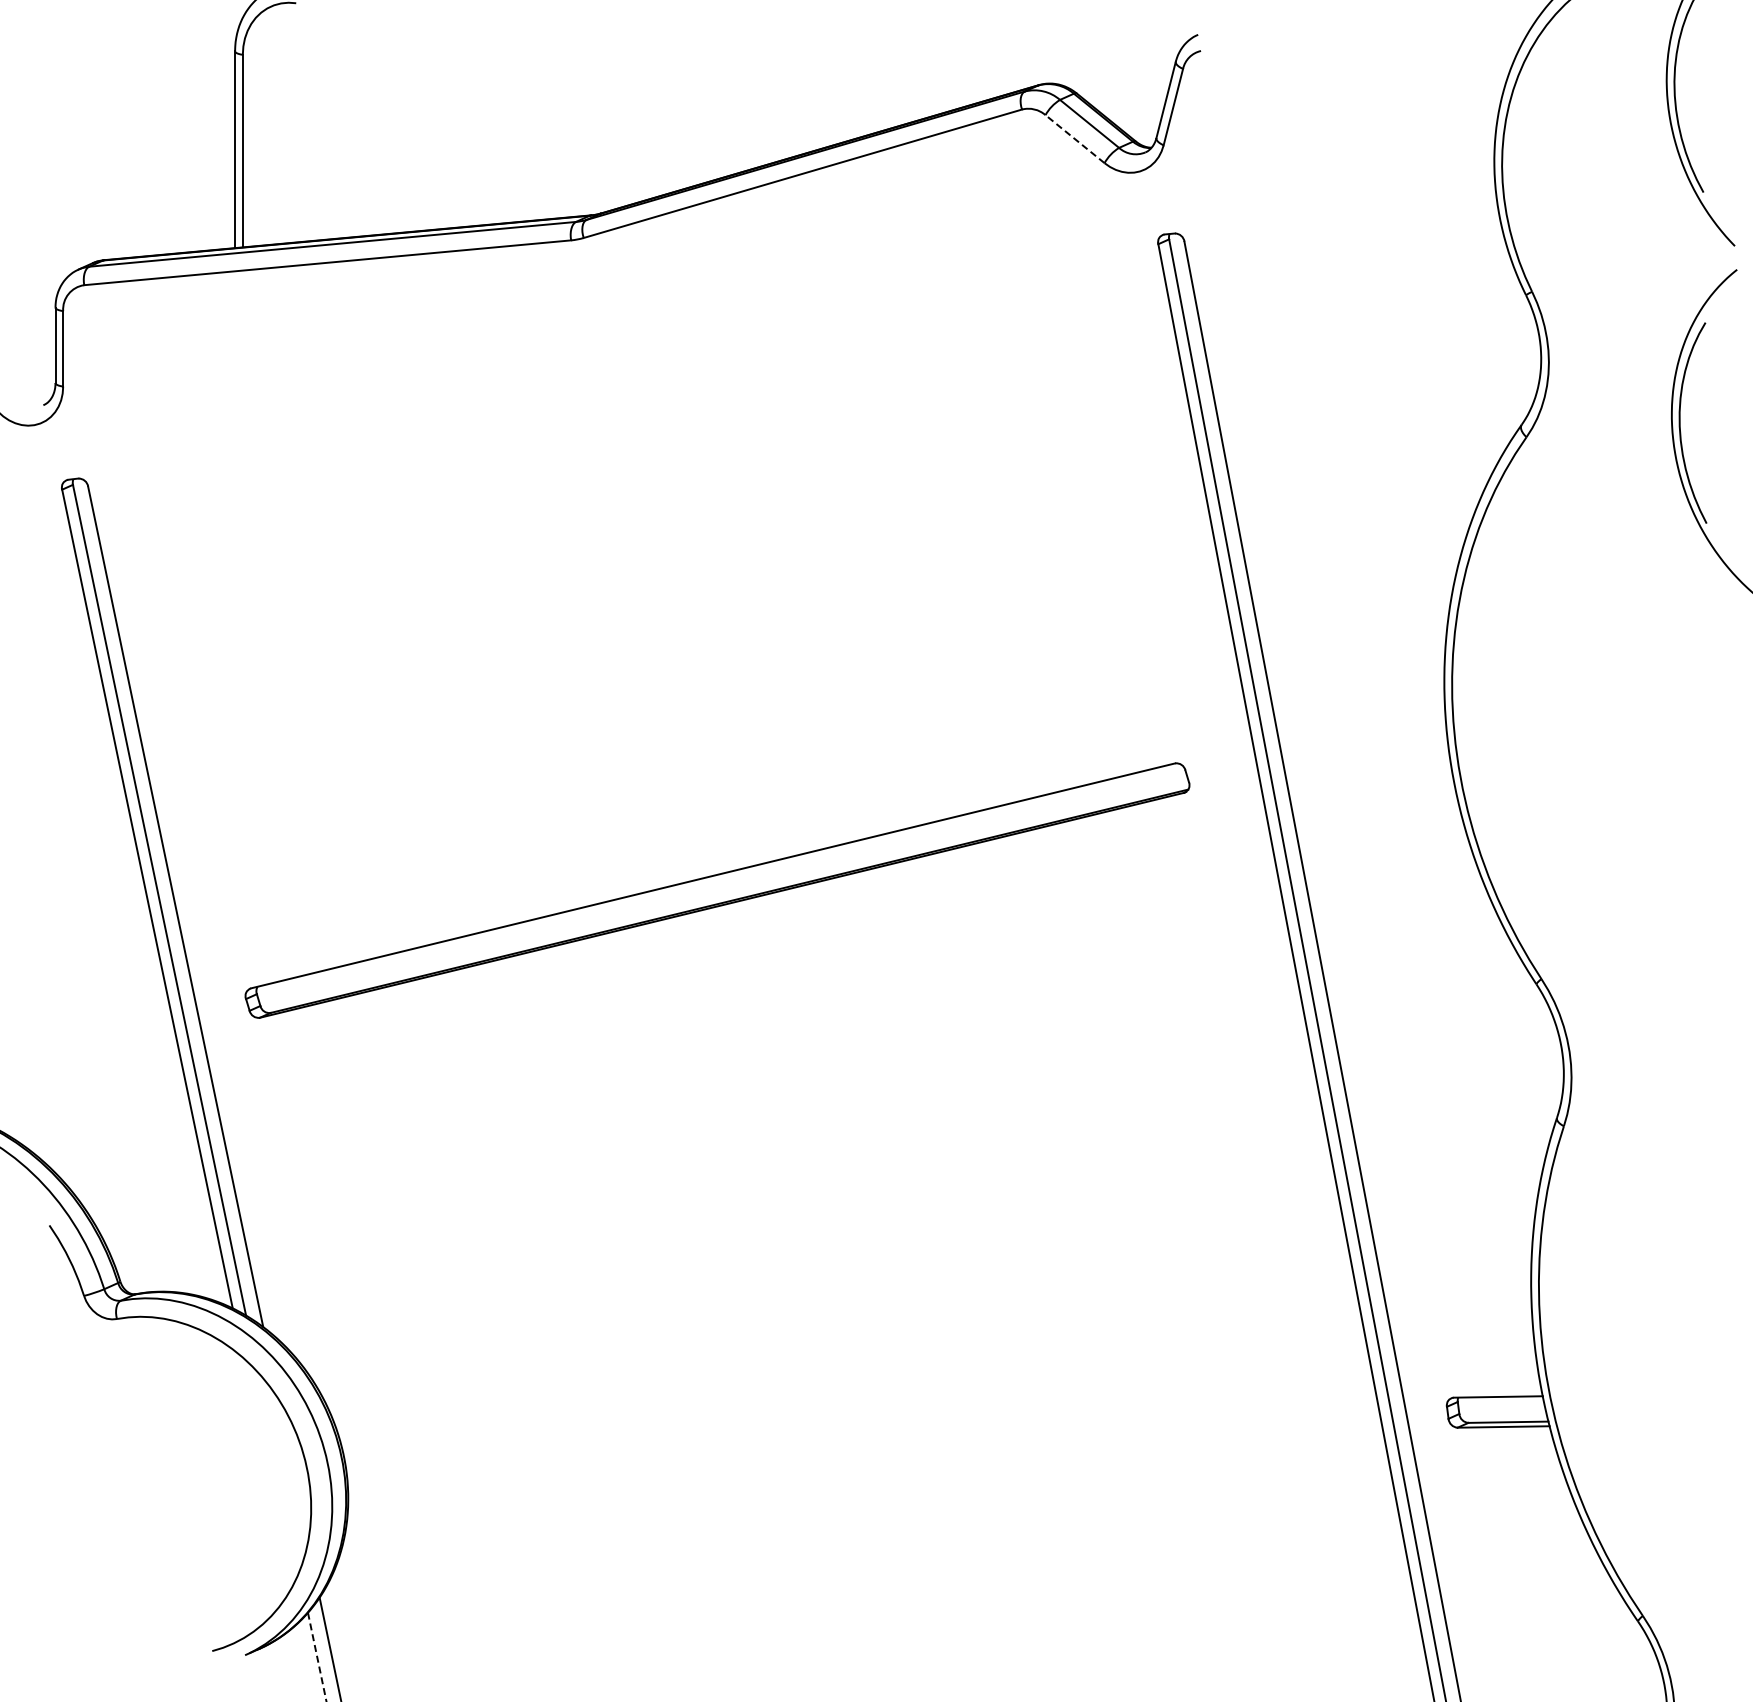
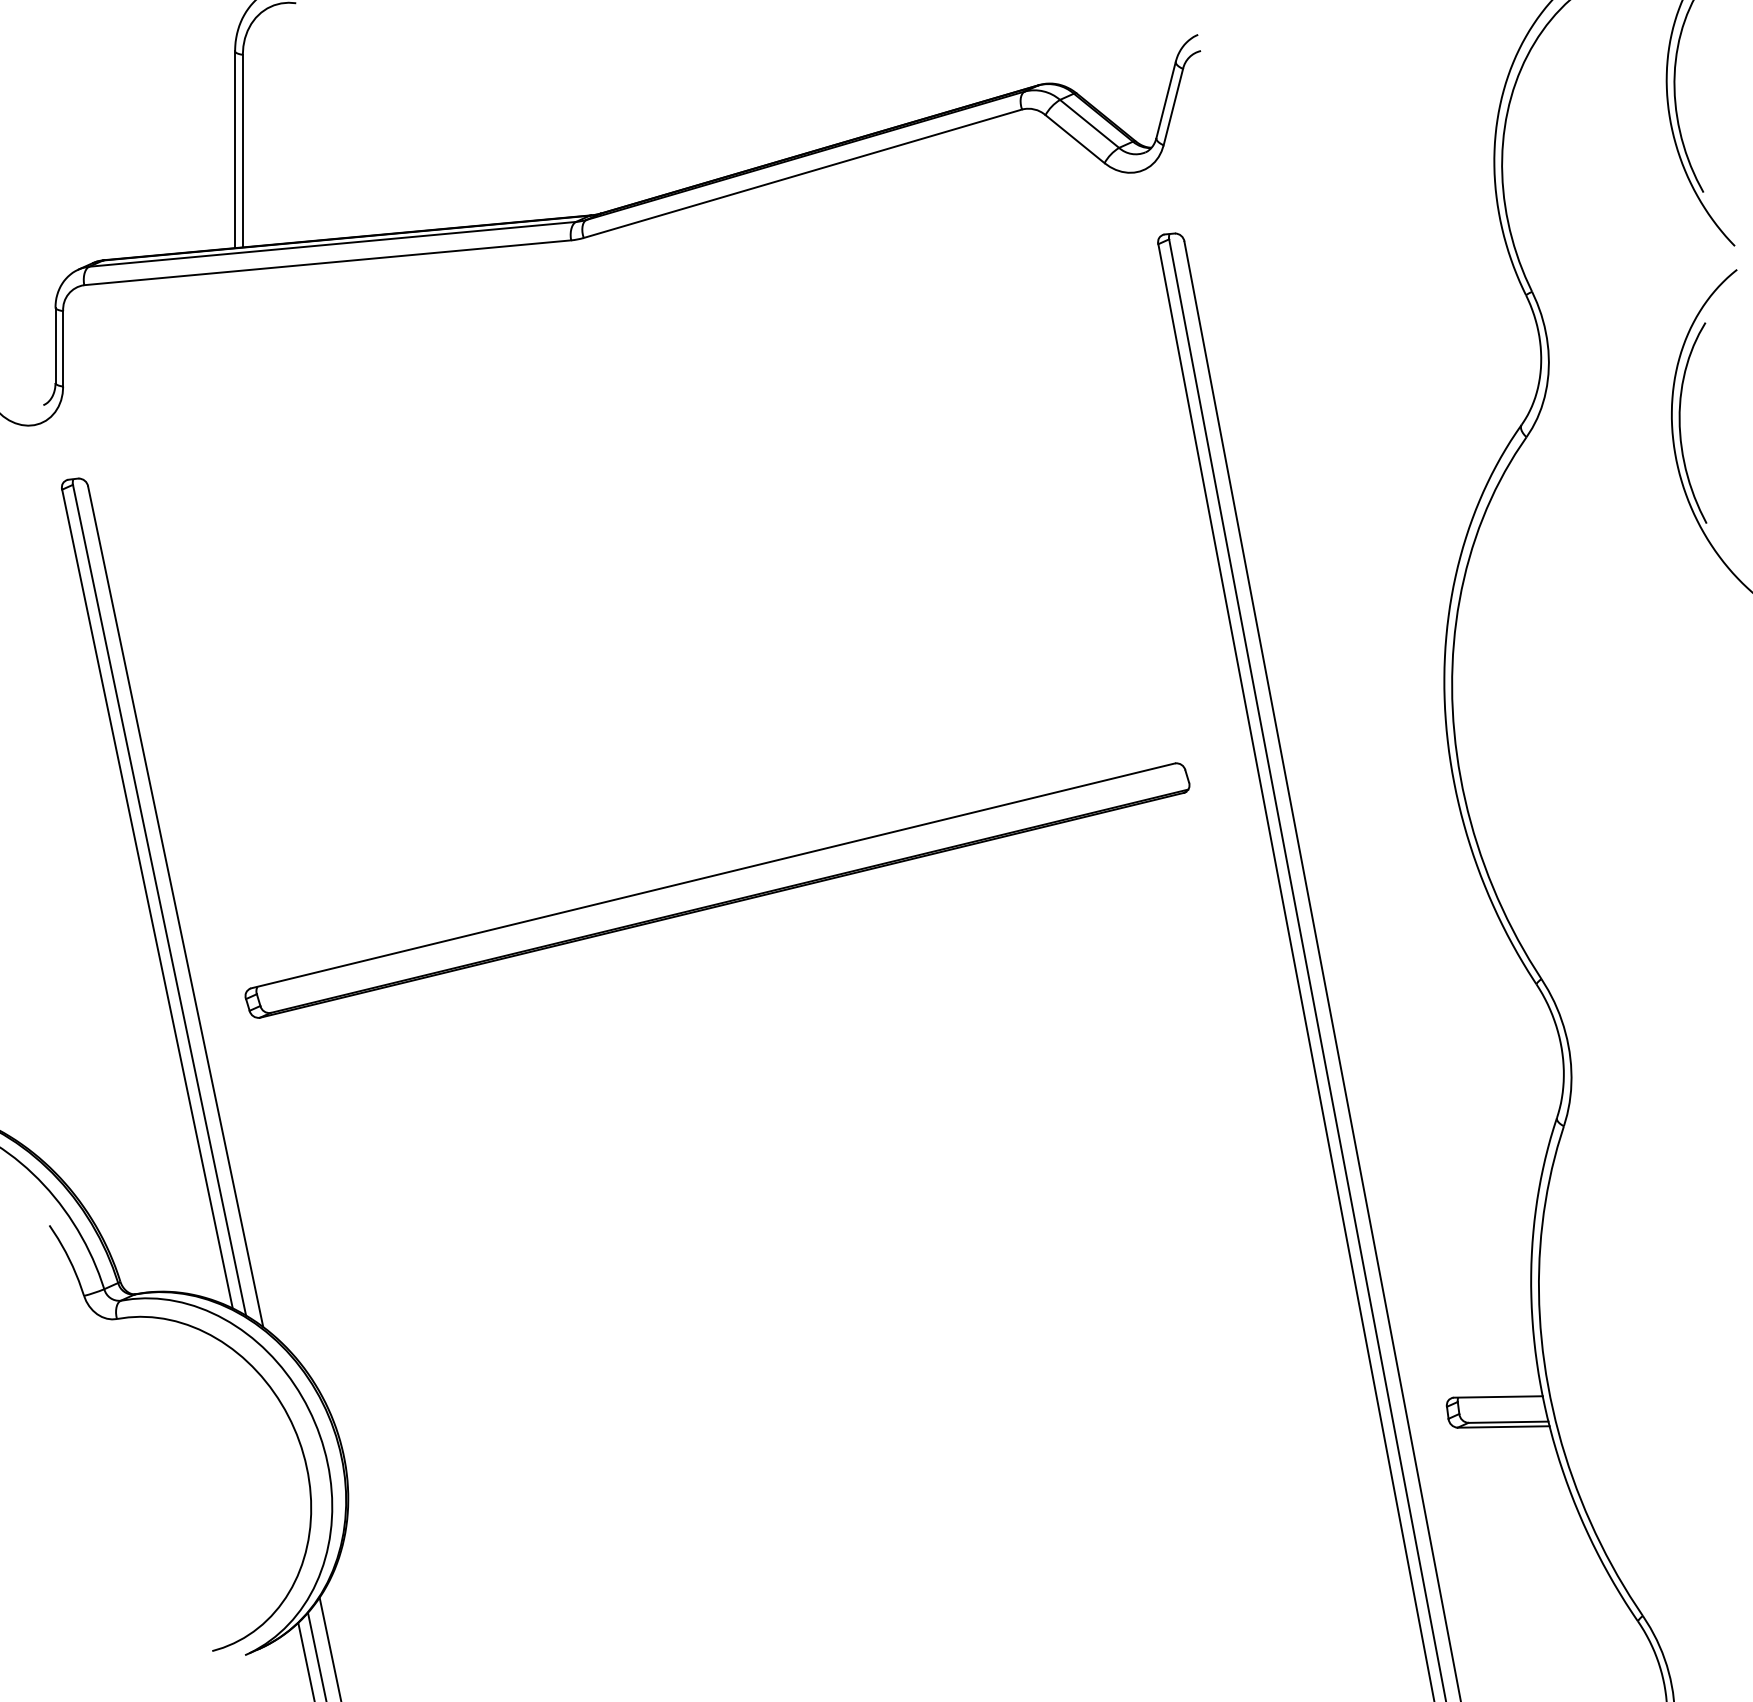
line at (1074, 138): dashed -> solid
line at (317, 1657): dashed -> solid
line at (306, 1660): none -> present
